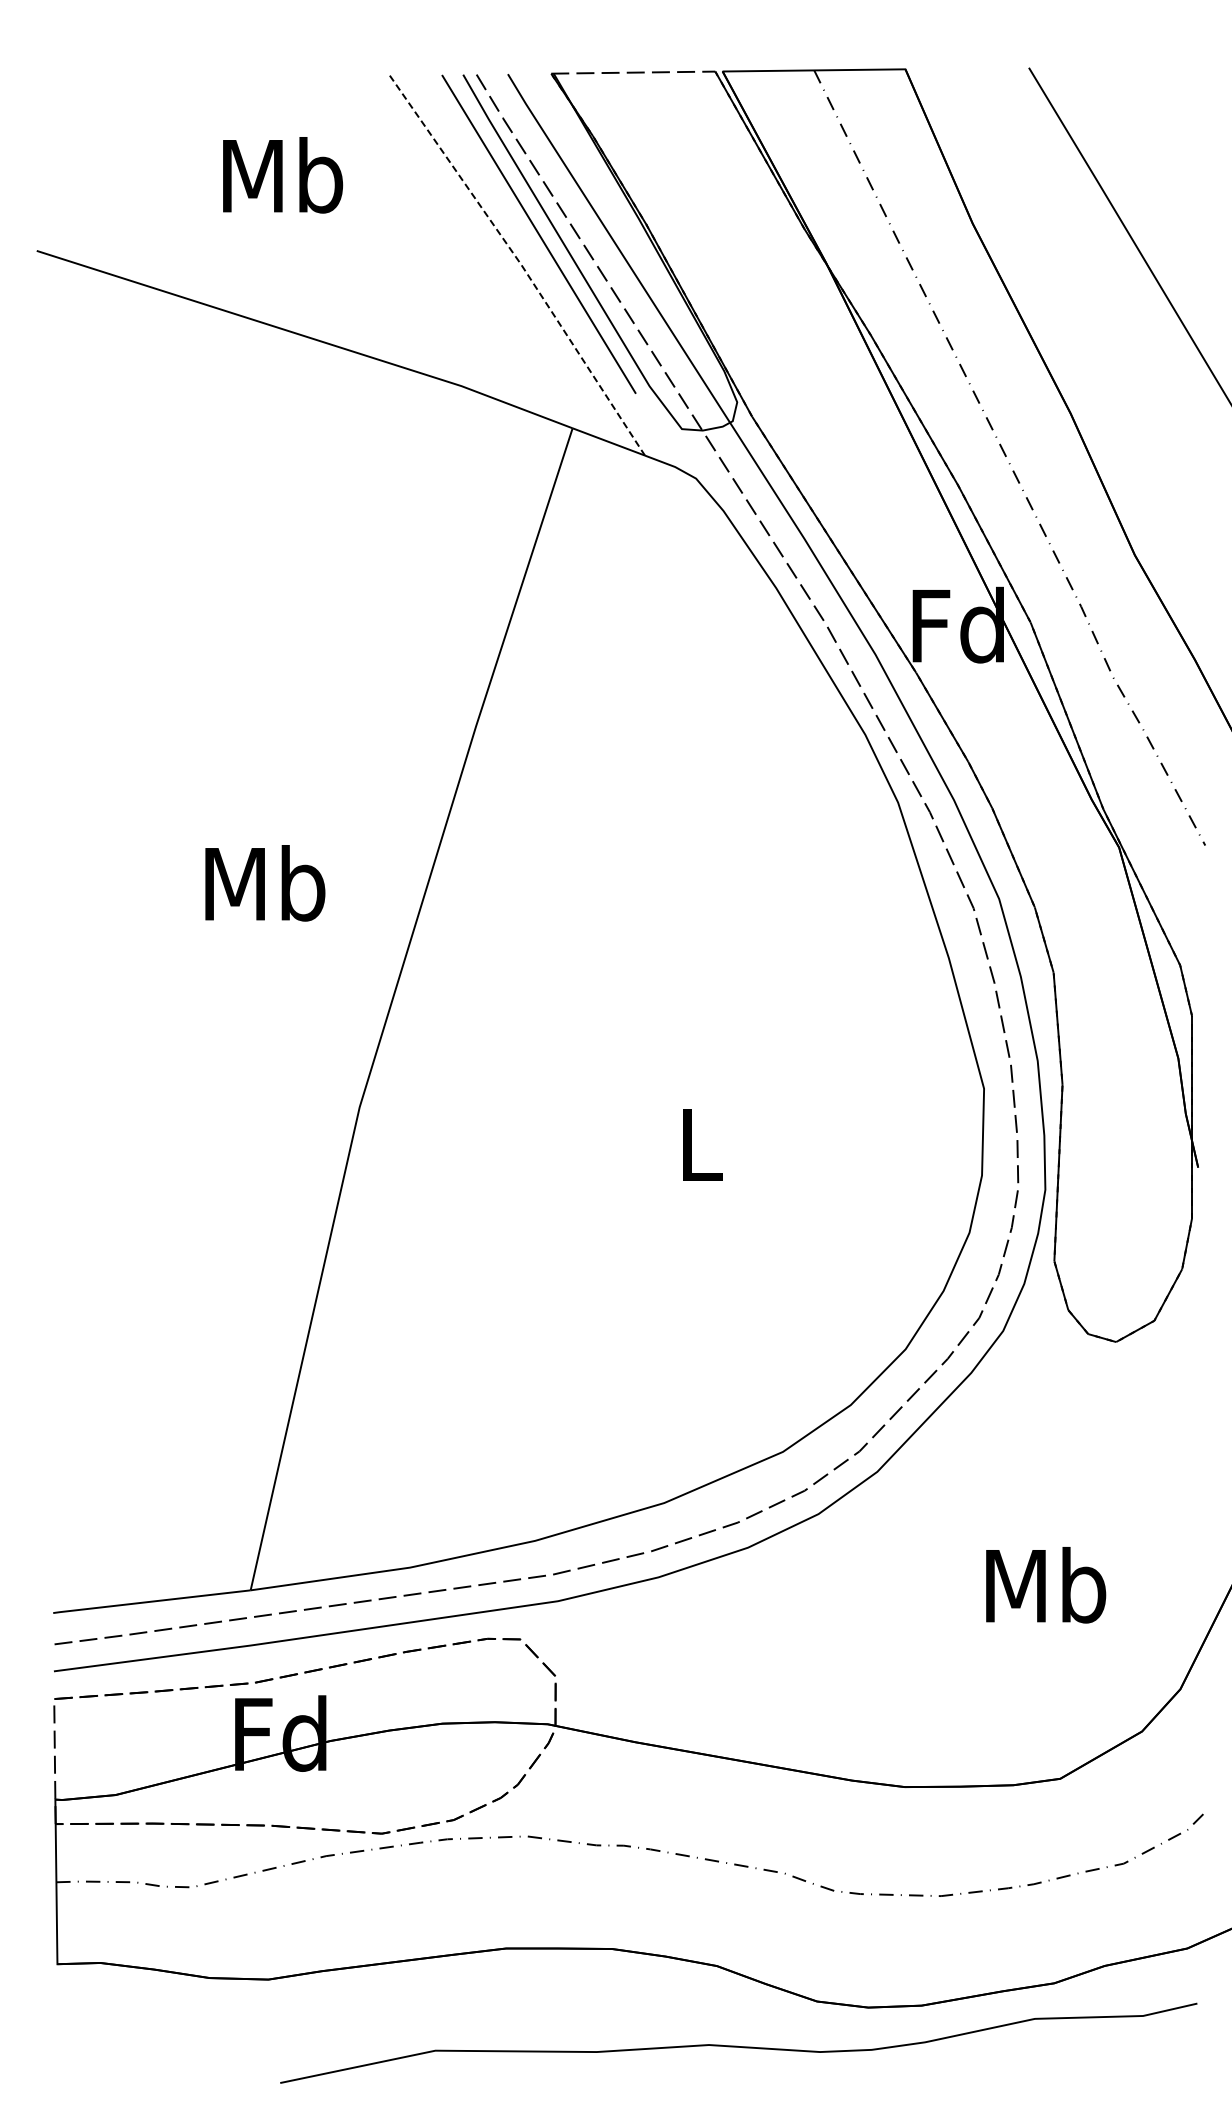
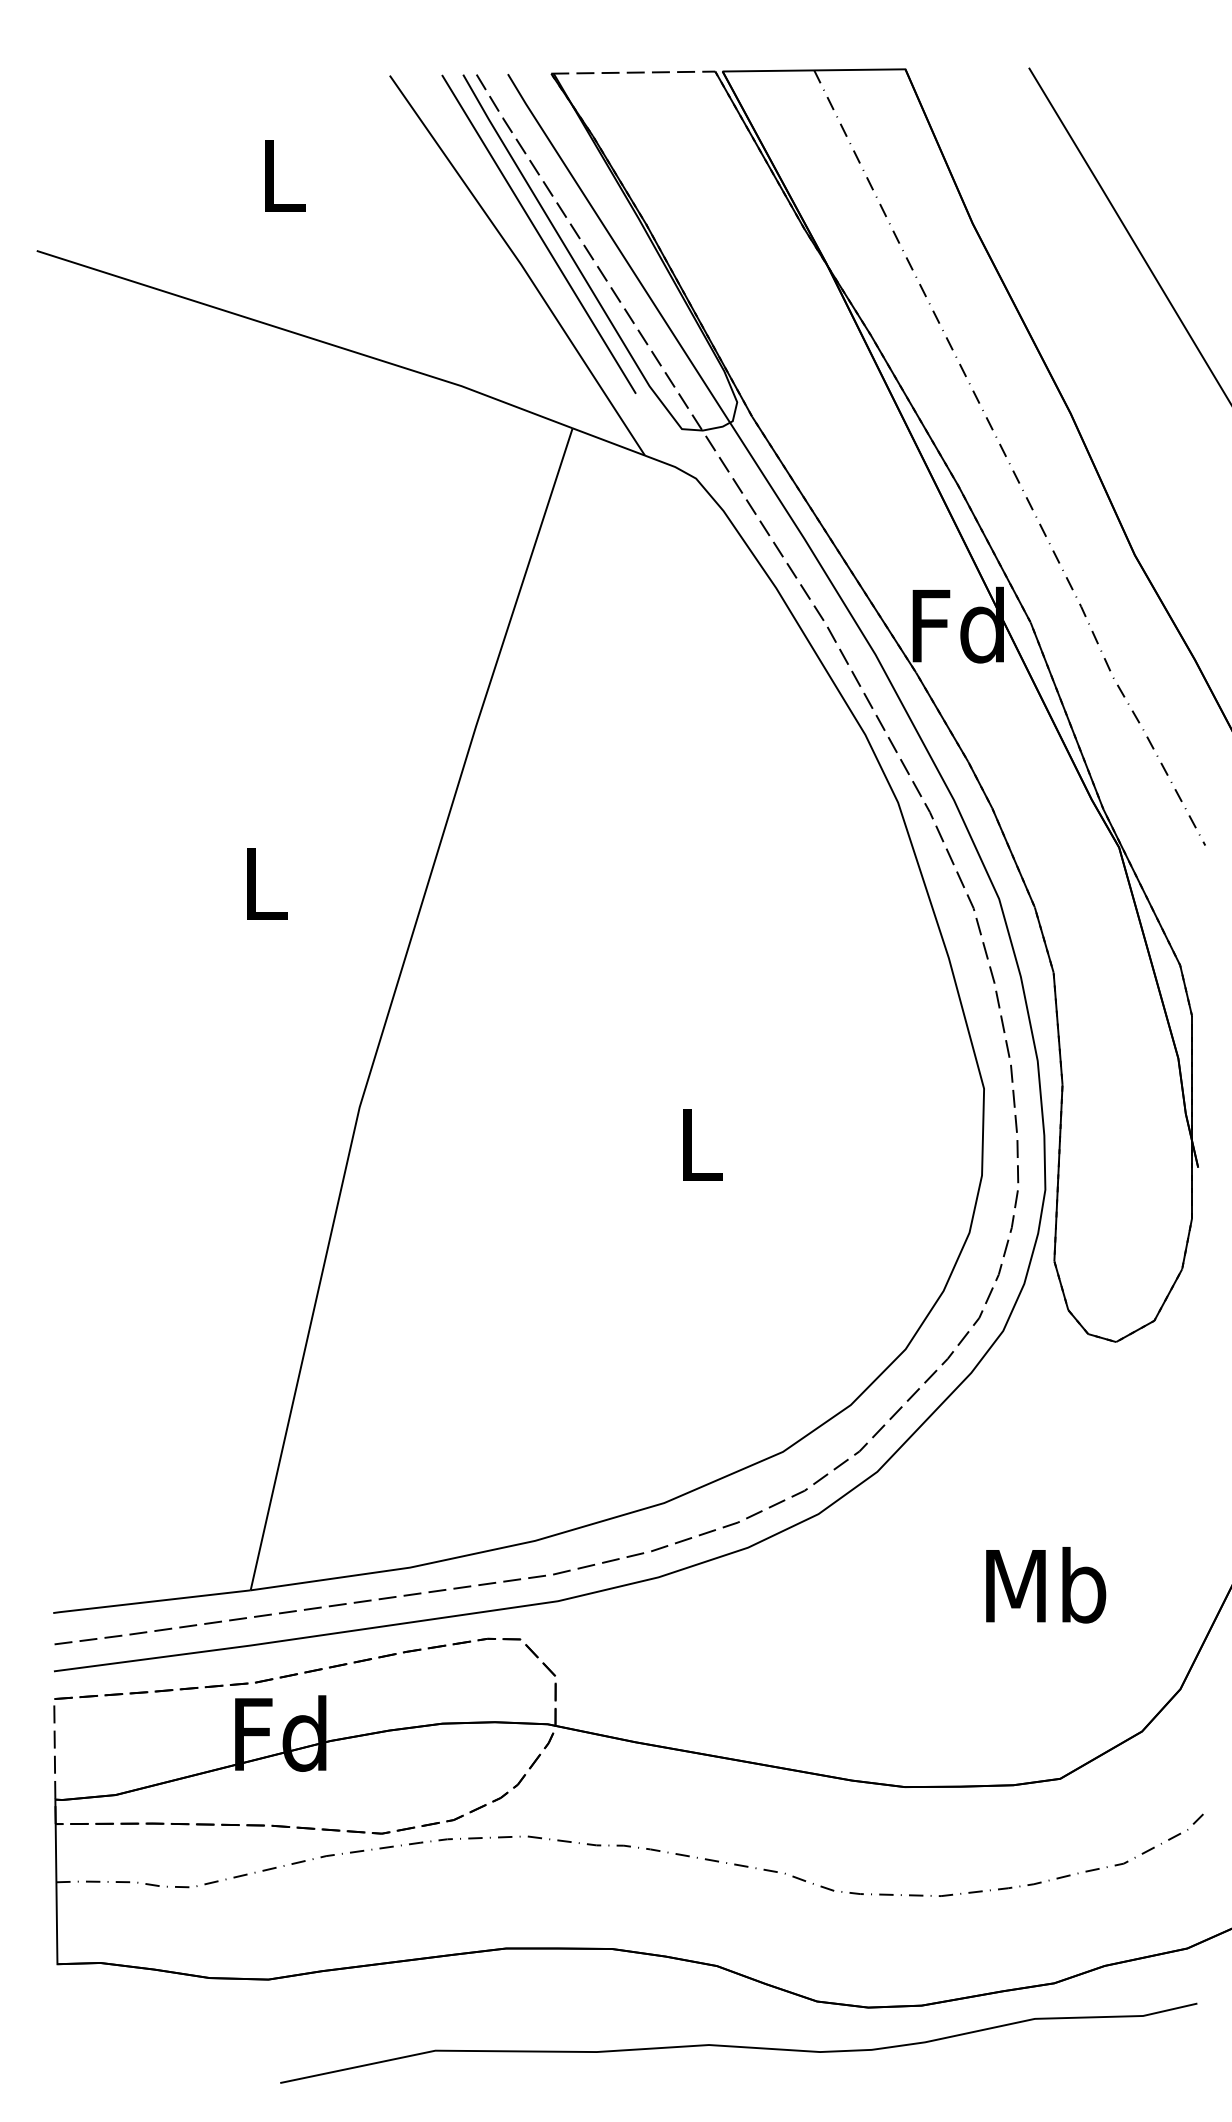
text at (283, 175): Mb -> L
line at (520, 263): dashed -> solid
text at (265, 883): Mb -> L
